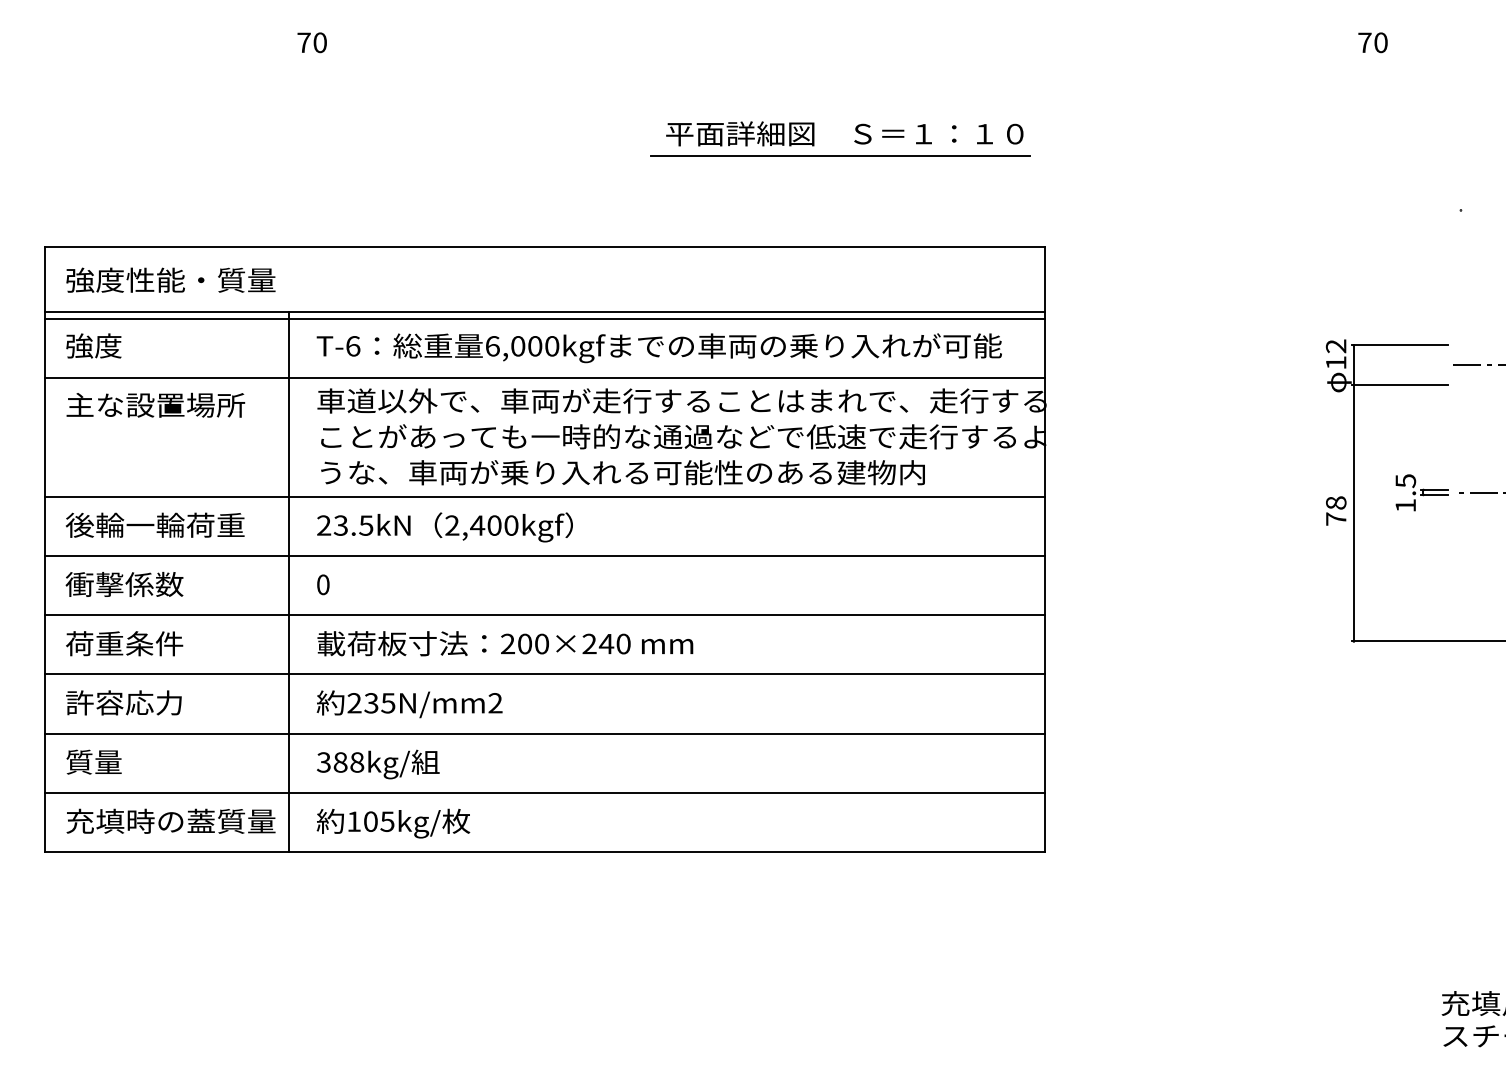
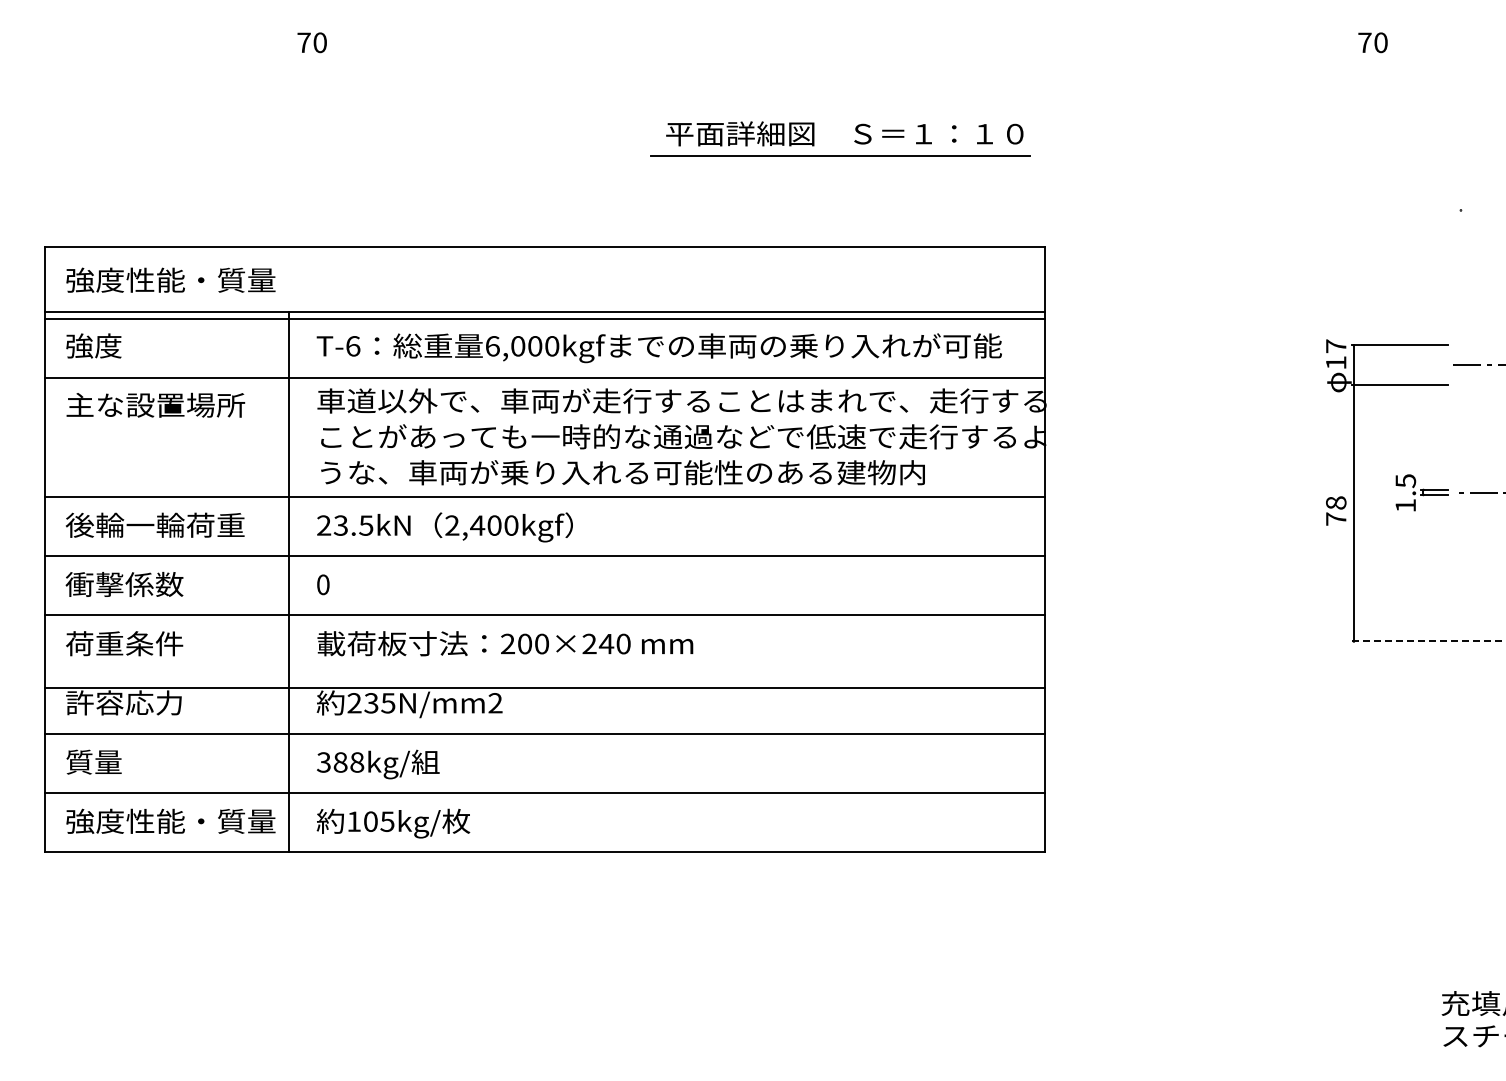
text at (1335, 346): 12 -> 17
line at (1428, 641): solid -> dashed
line at (545, 674) position: (545, 674) -> (545, 688)
text at (140, 820): 充填時の蓋質量 -> 強度性能・質量
